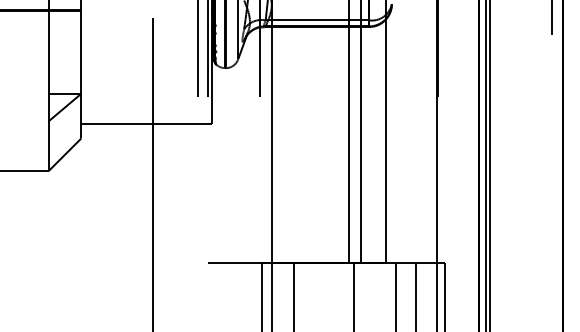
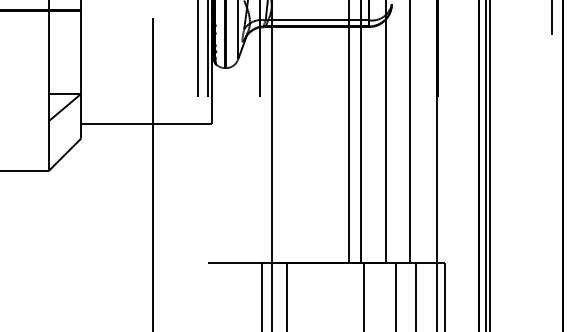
line at (409, 132): none -> present
line at (294, 295) position: (294, 295) -> (287, 295)
line at (354, 295) position: (354, 295) -> (364, 295)
